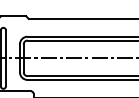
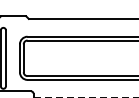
line at (68, 58): present -> none
line at (86, 97): solid -> dashed
